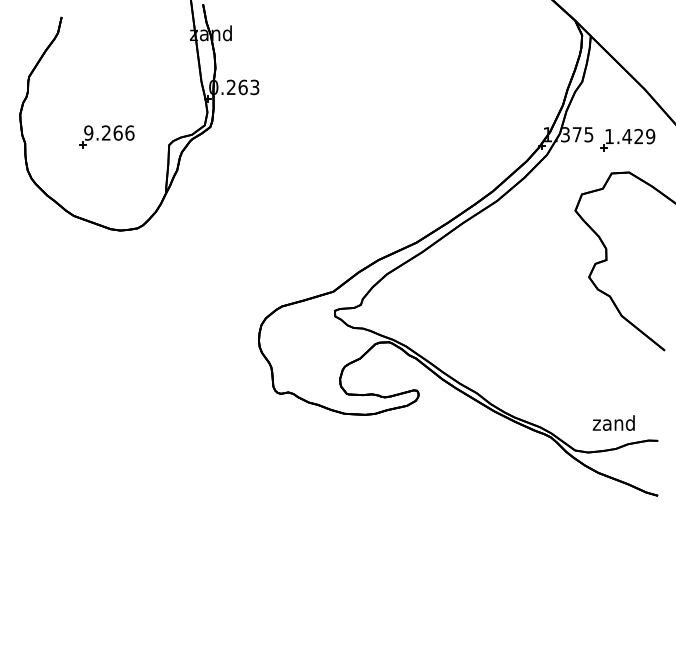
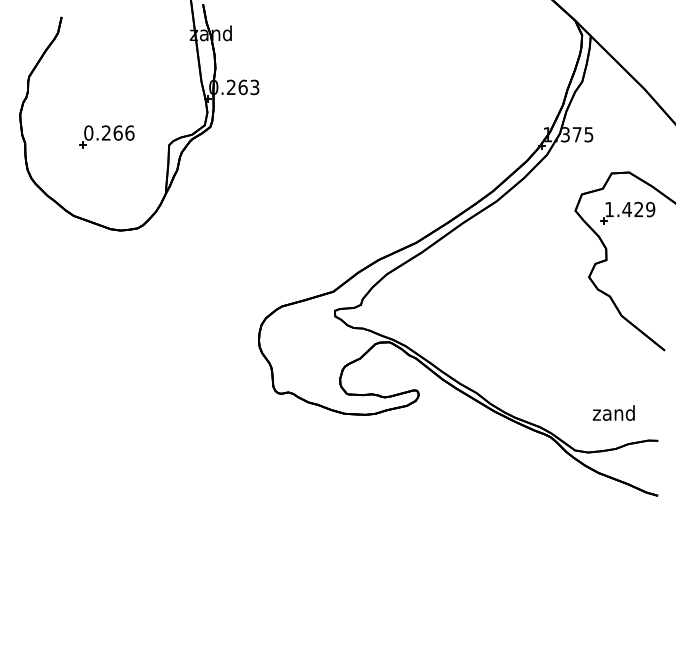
text at (88, 132): 9.266 -> 0.266
part at (627, 139) position: (627, 139) -> (627, 212)
text at (613, 422) position: (613, 422) -> (613, 412)
